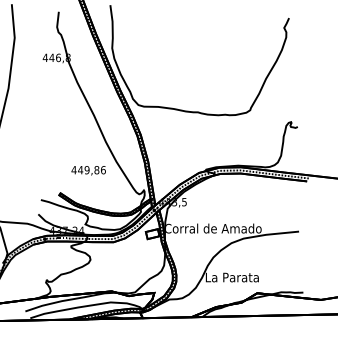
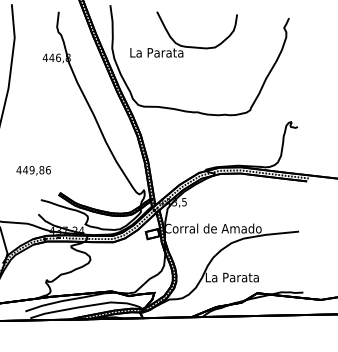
part at (178, 43): none -> present
text at (88, 170) position: (88, 170) -> (33, 170)
